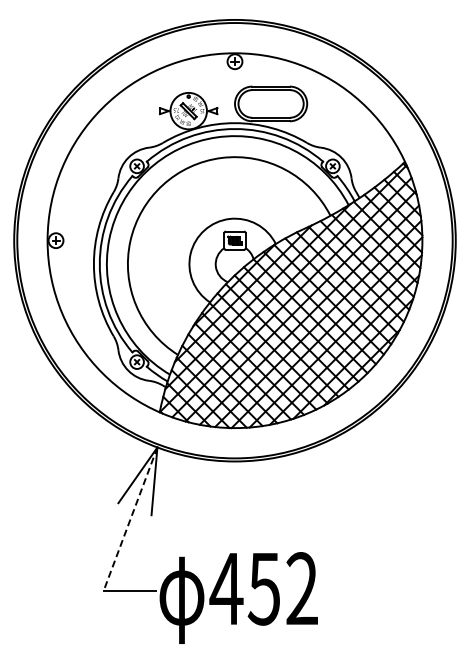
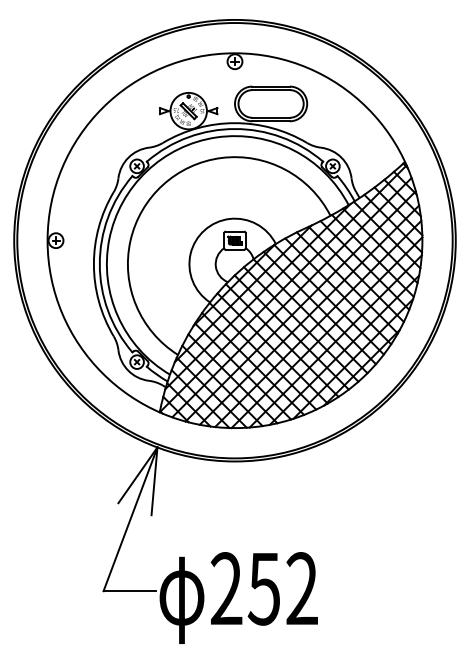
line at (130, 519): dashed -> solid
text at (226, 588): 452 -> 252
